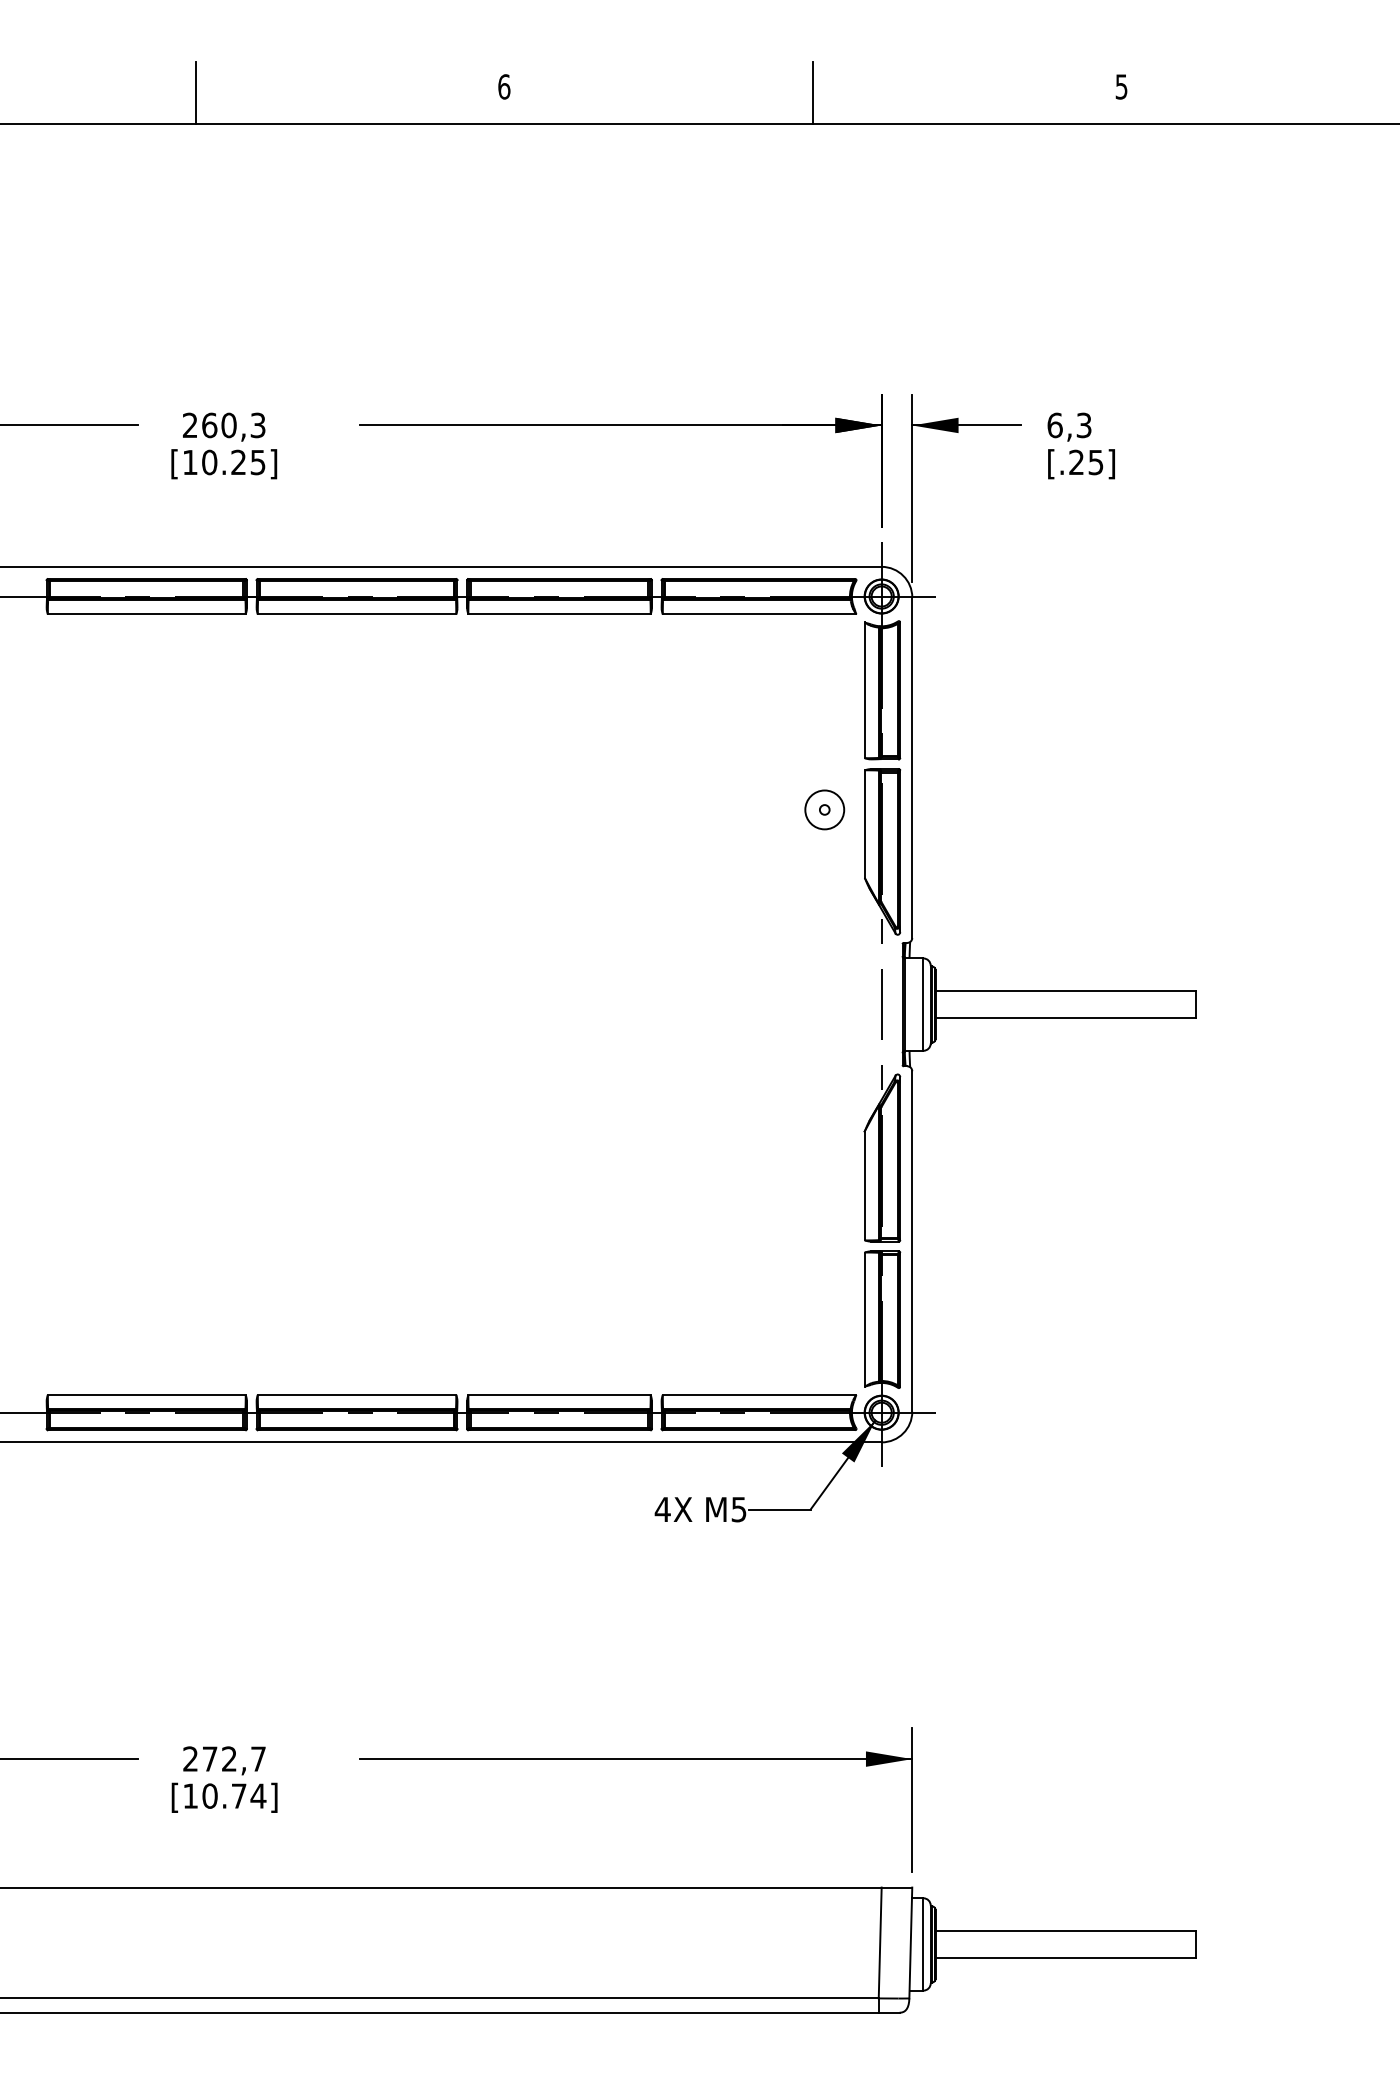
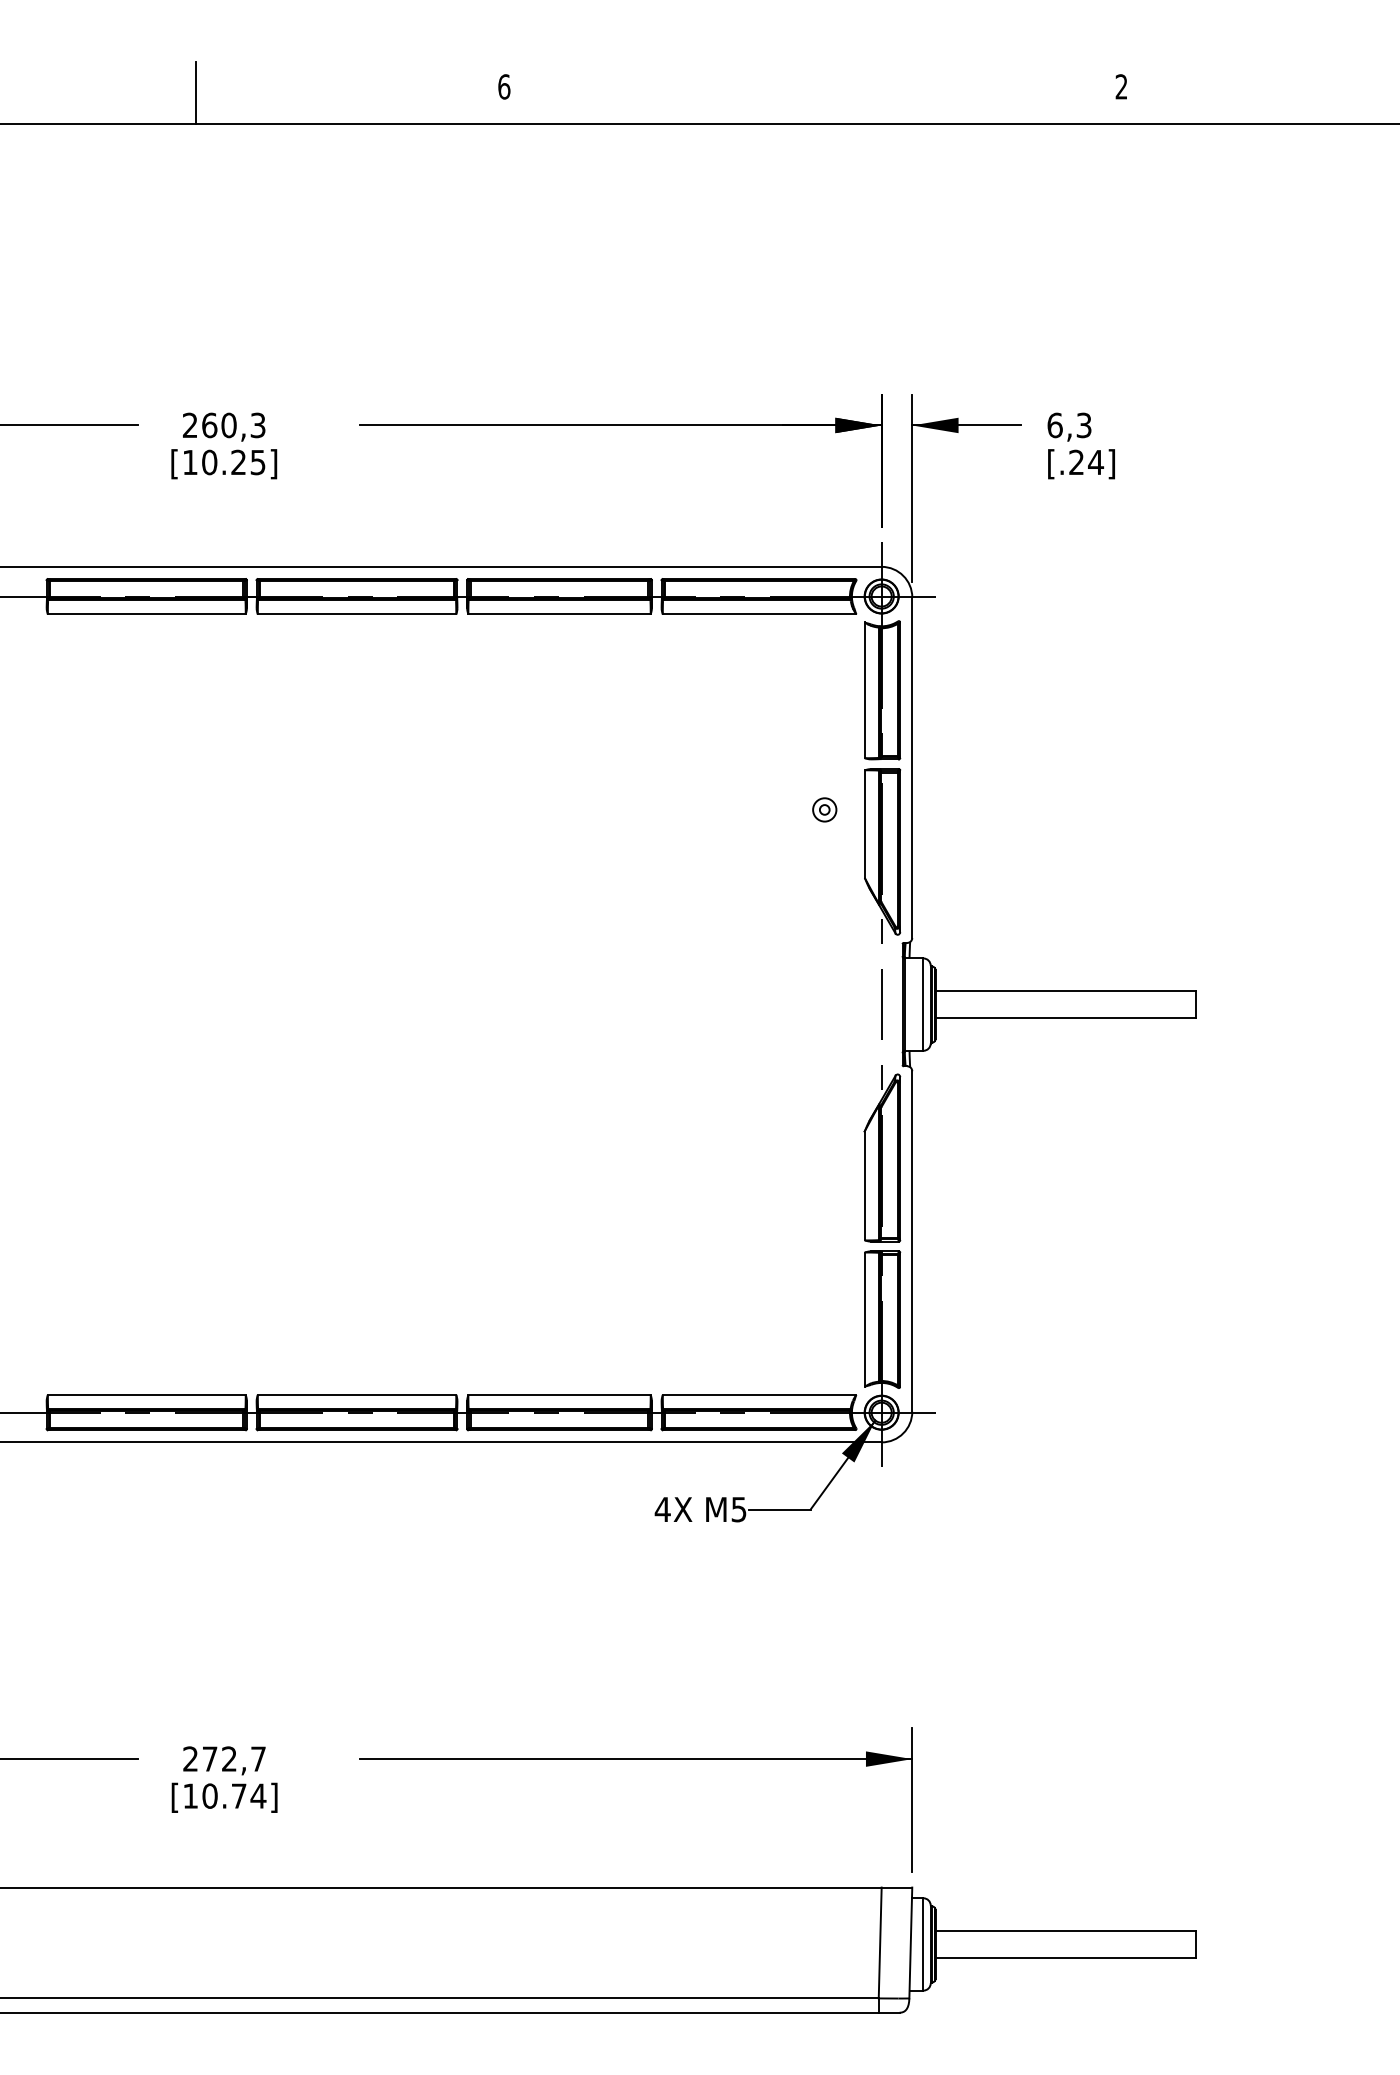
text at (1121, 86): 5 -> 2
line at (813, 92): present -> none
text at (1096, 462): [.25] -> [.24]
circle at (824, 809) diameter: 39 px -> 23 px
